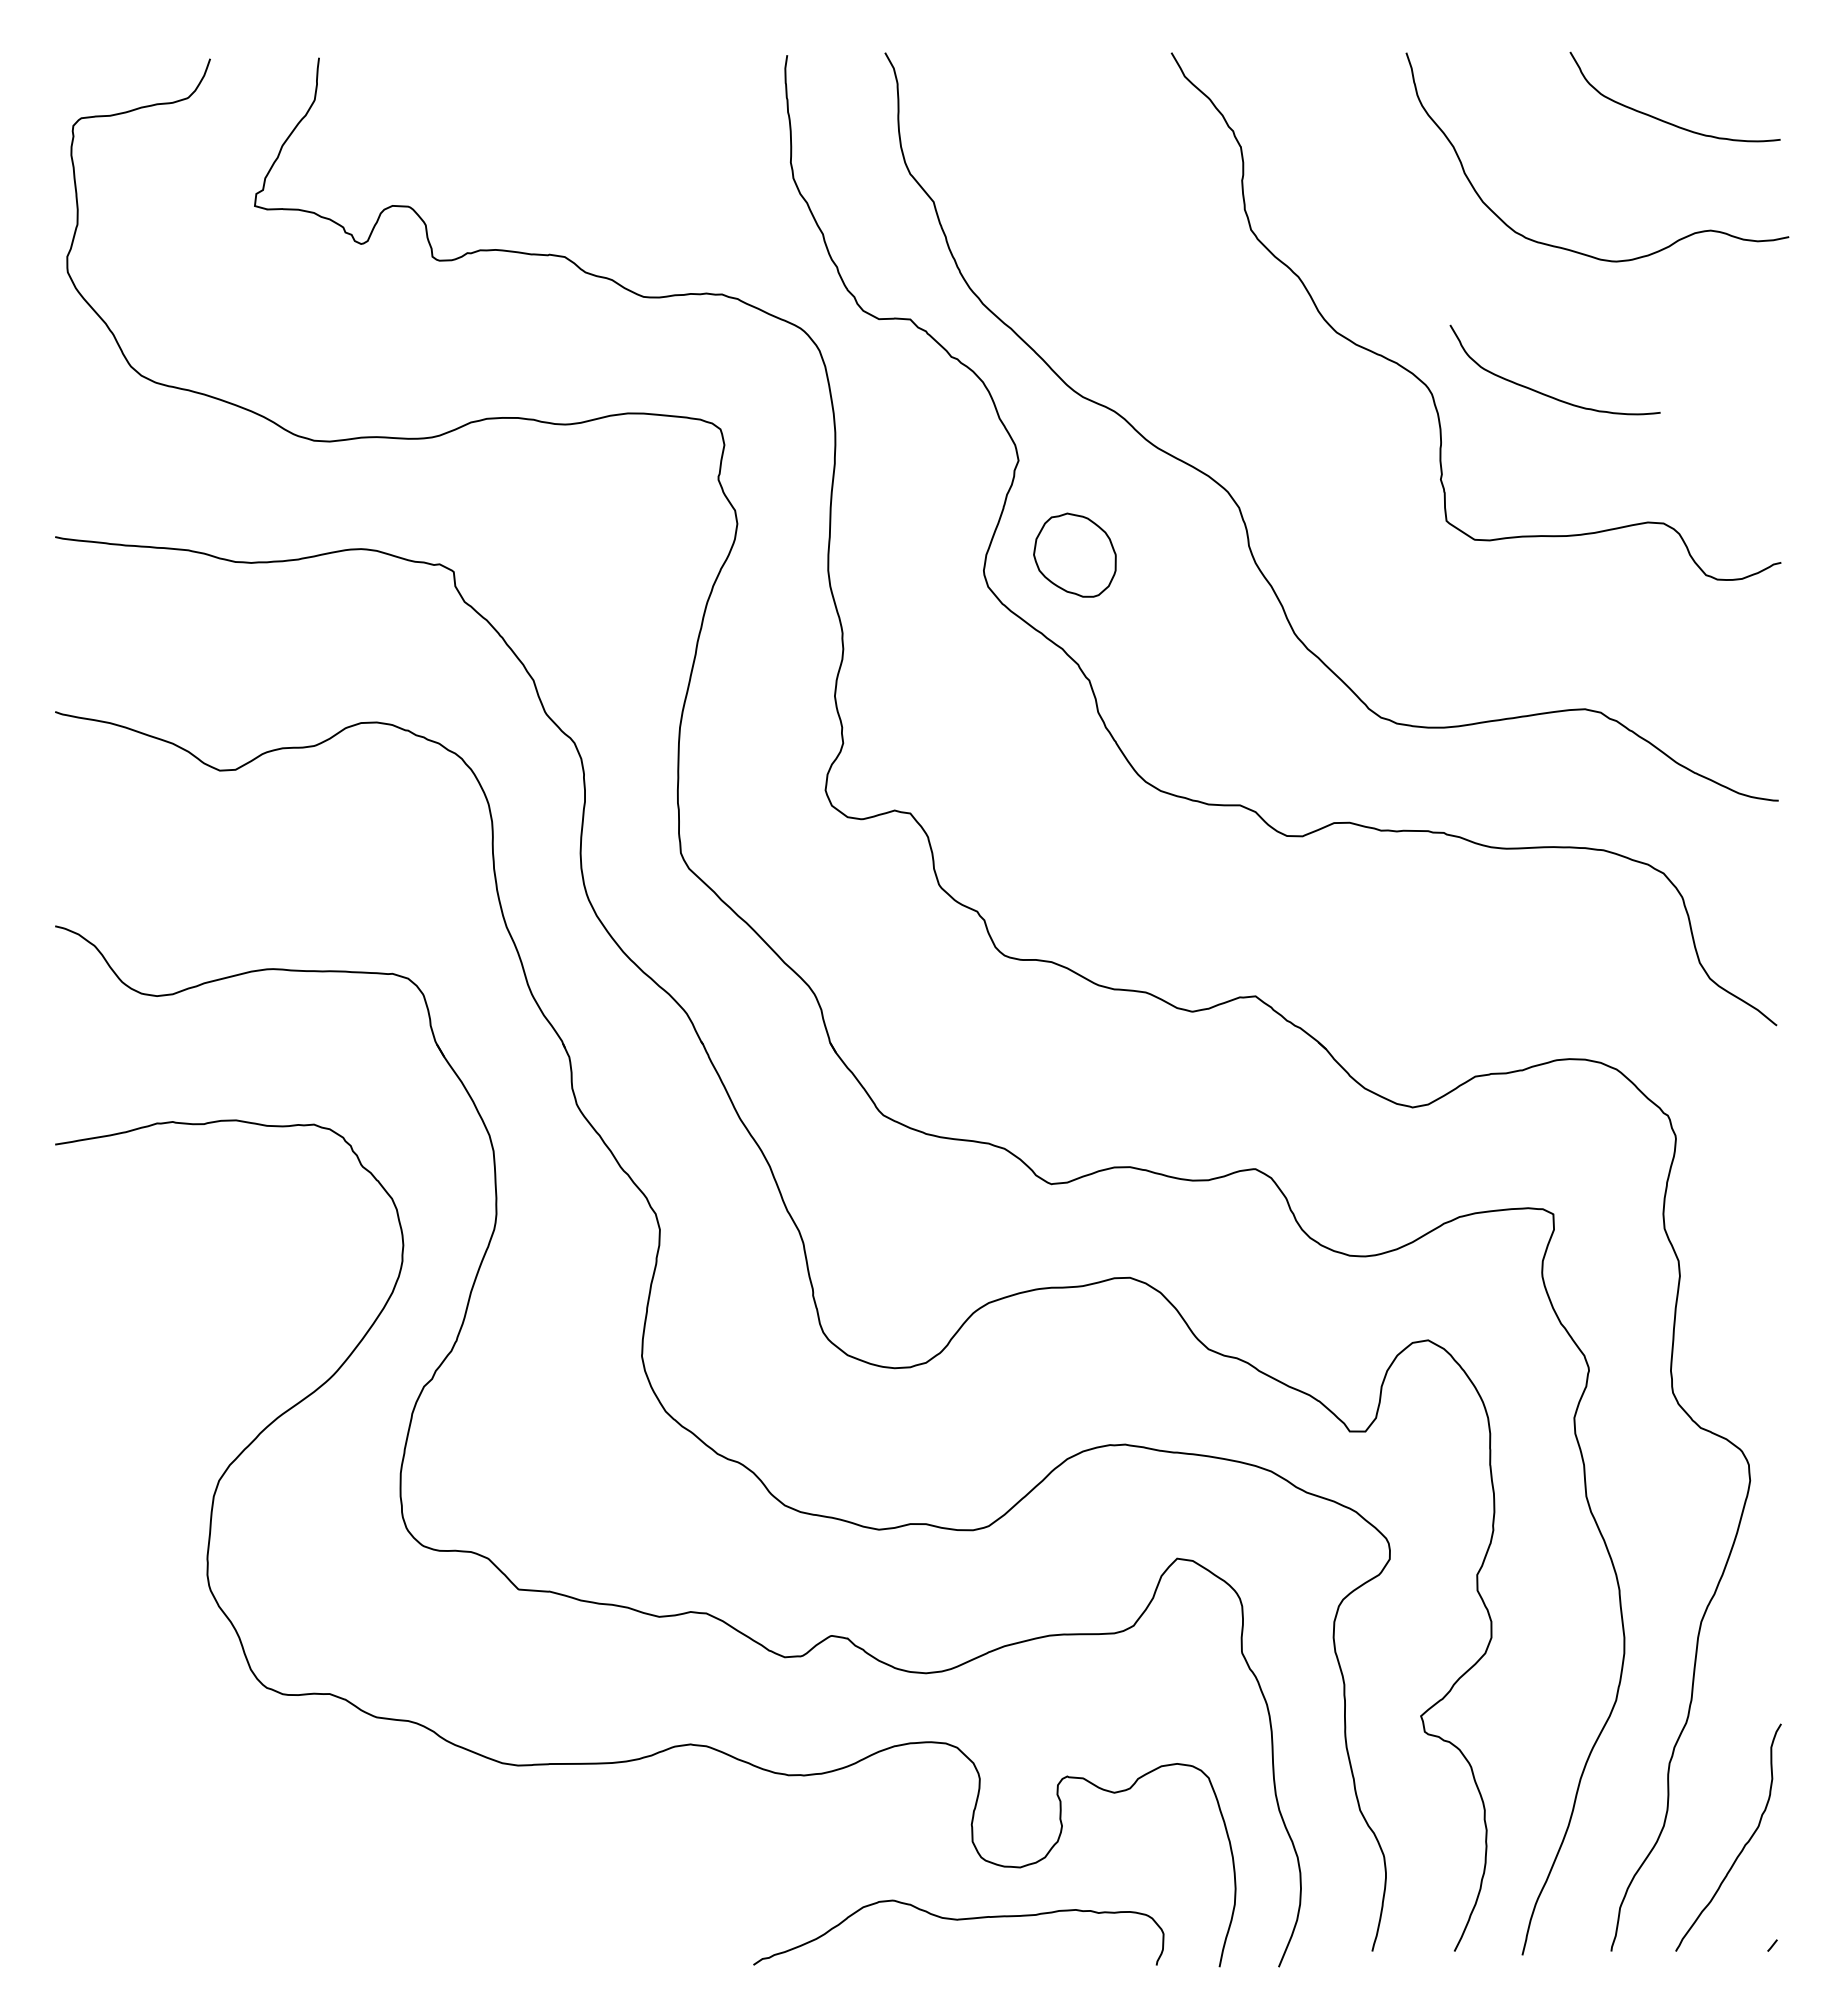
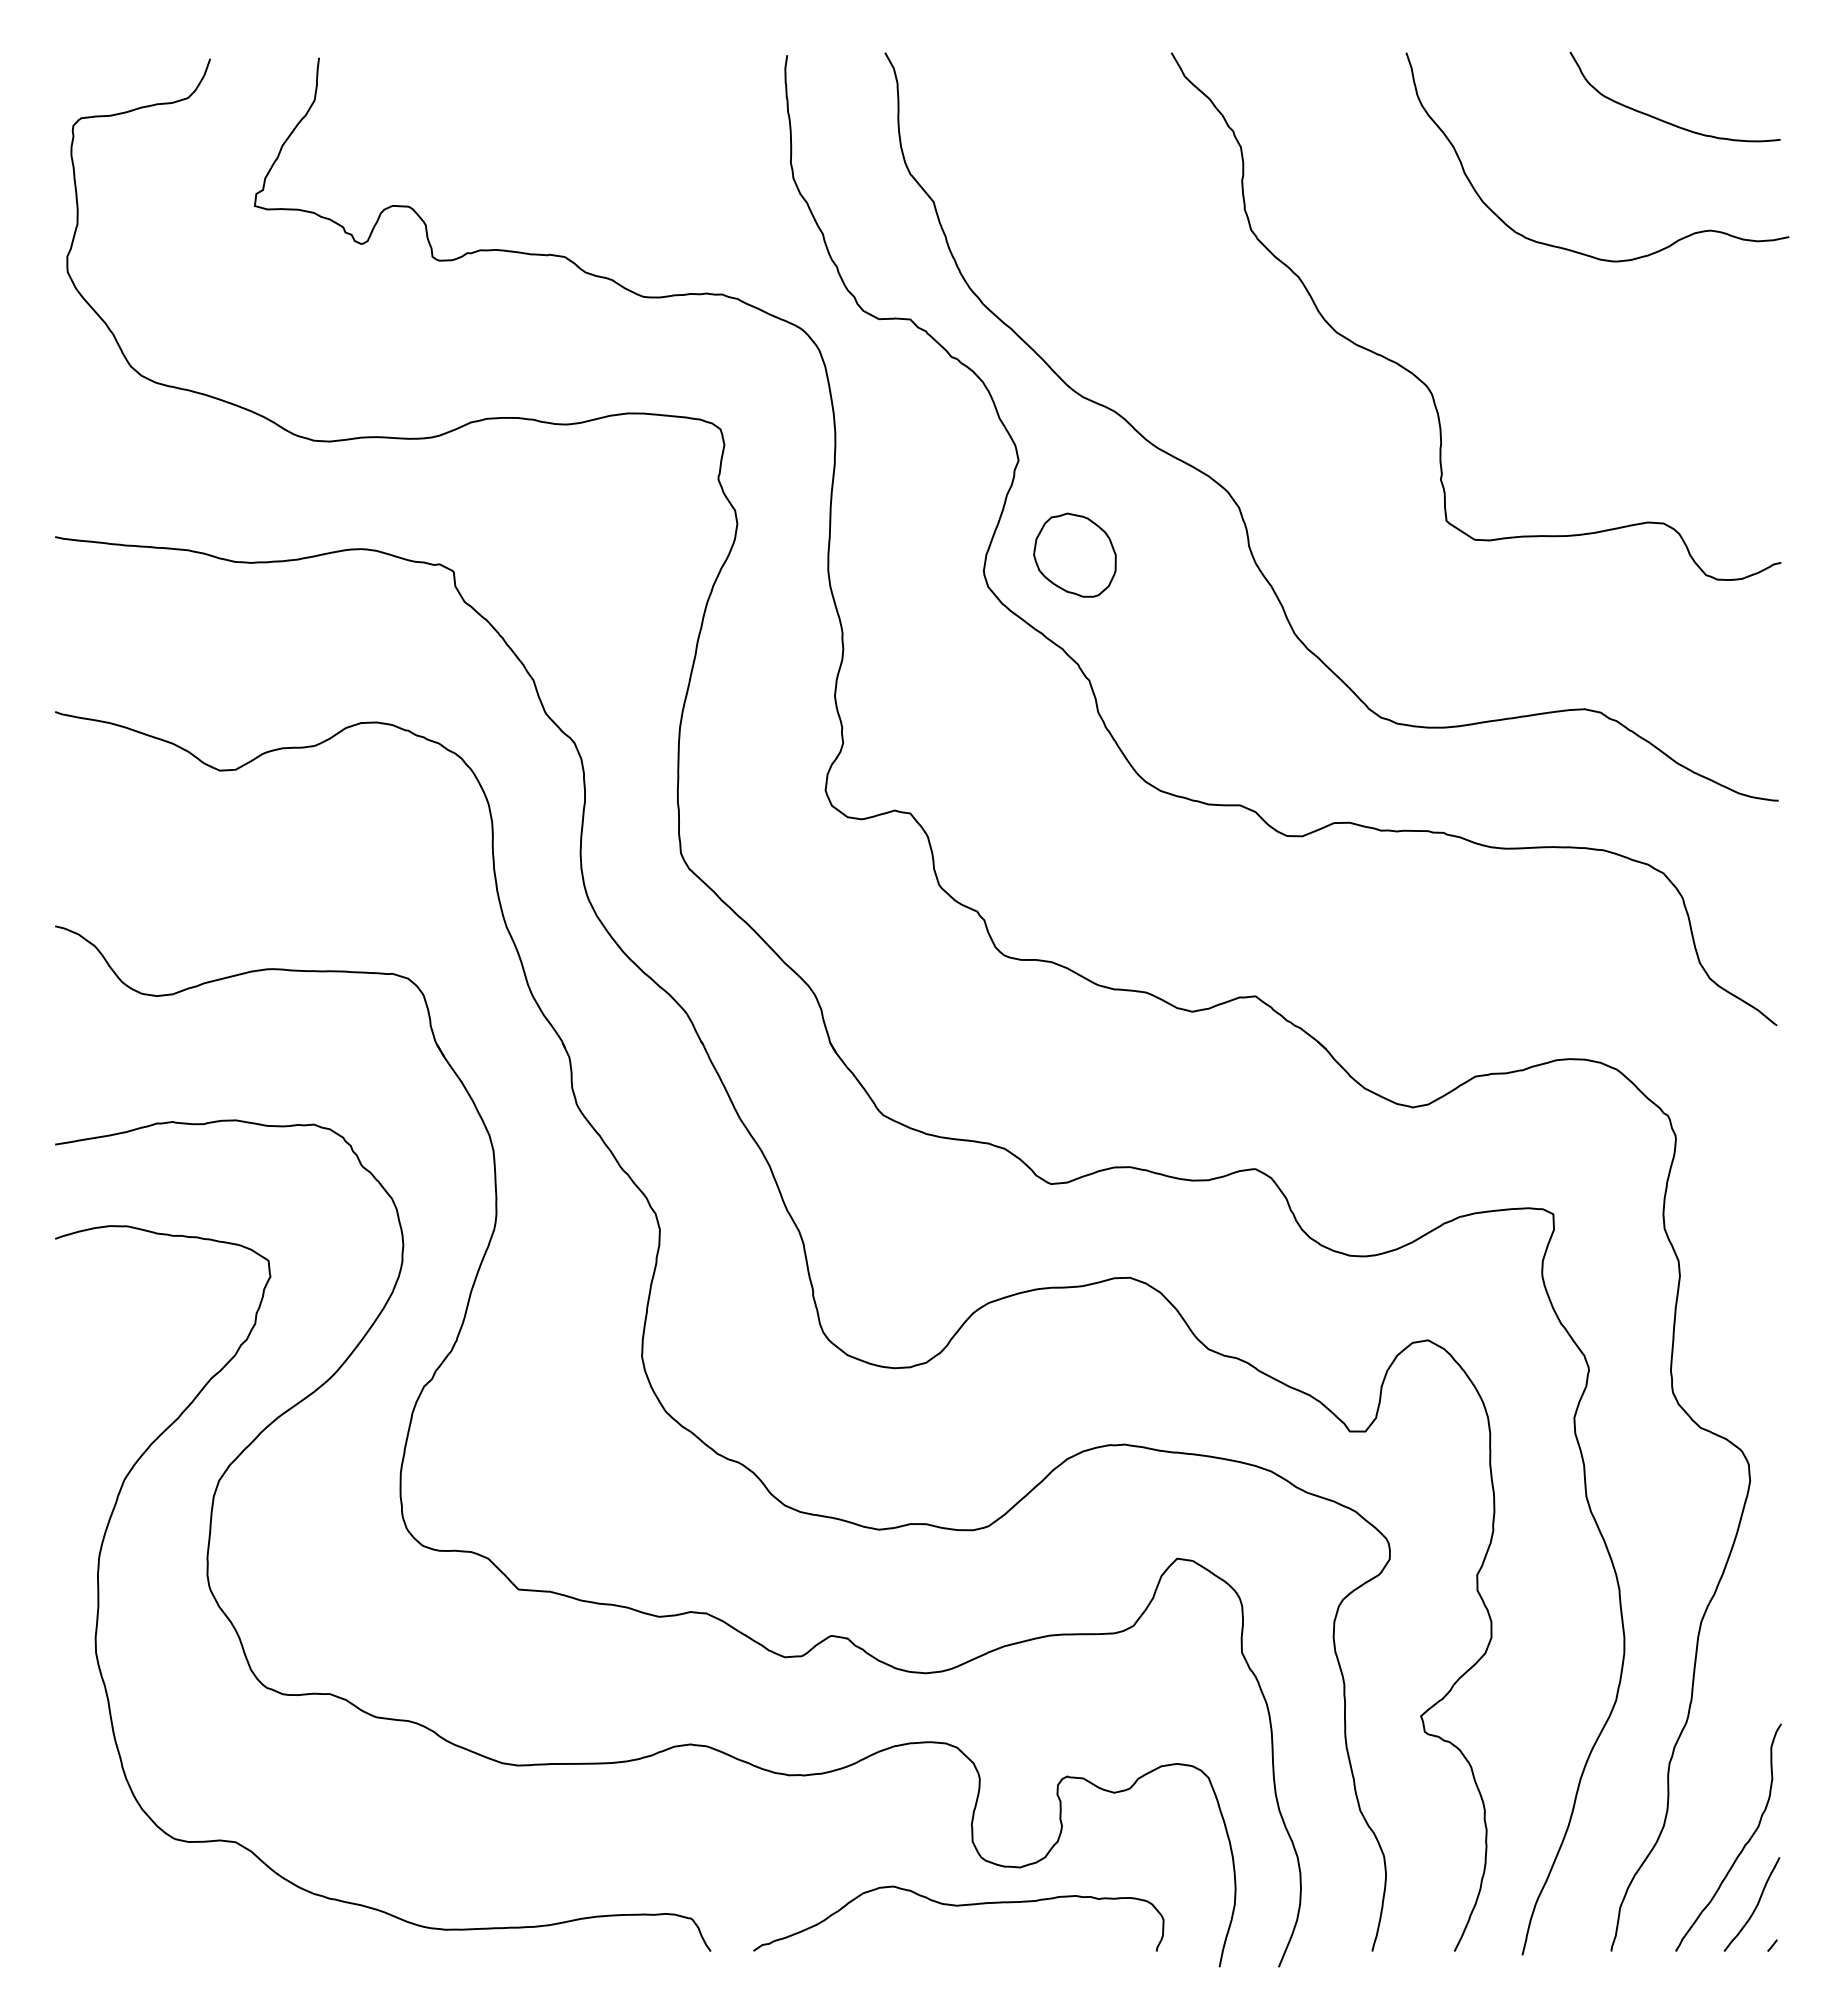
curve at (1542, 392): present -> none
curve at (179, 1418): none -> present
curve at (1755, 1906): none -> present
curve at (958, 1920) position: (958, 1920) -> (958, 1906)
